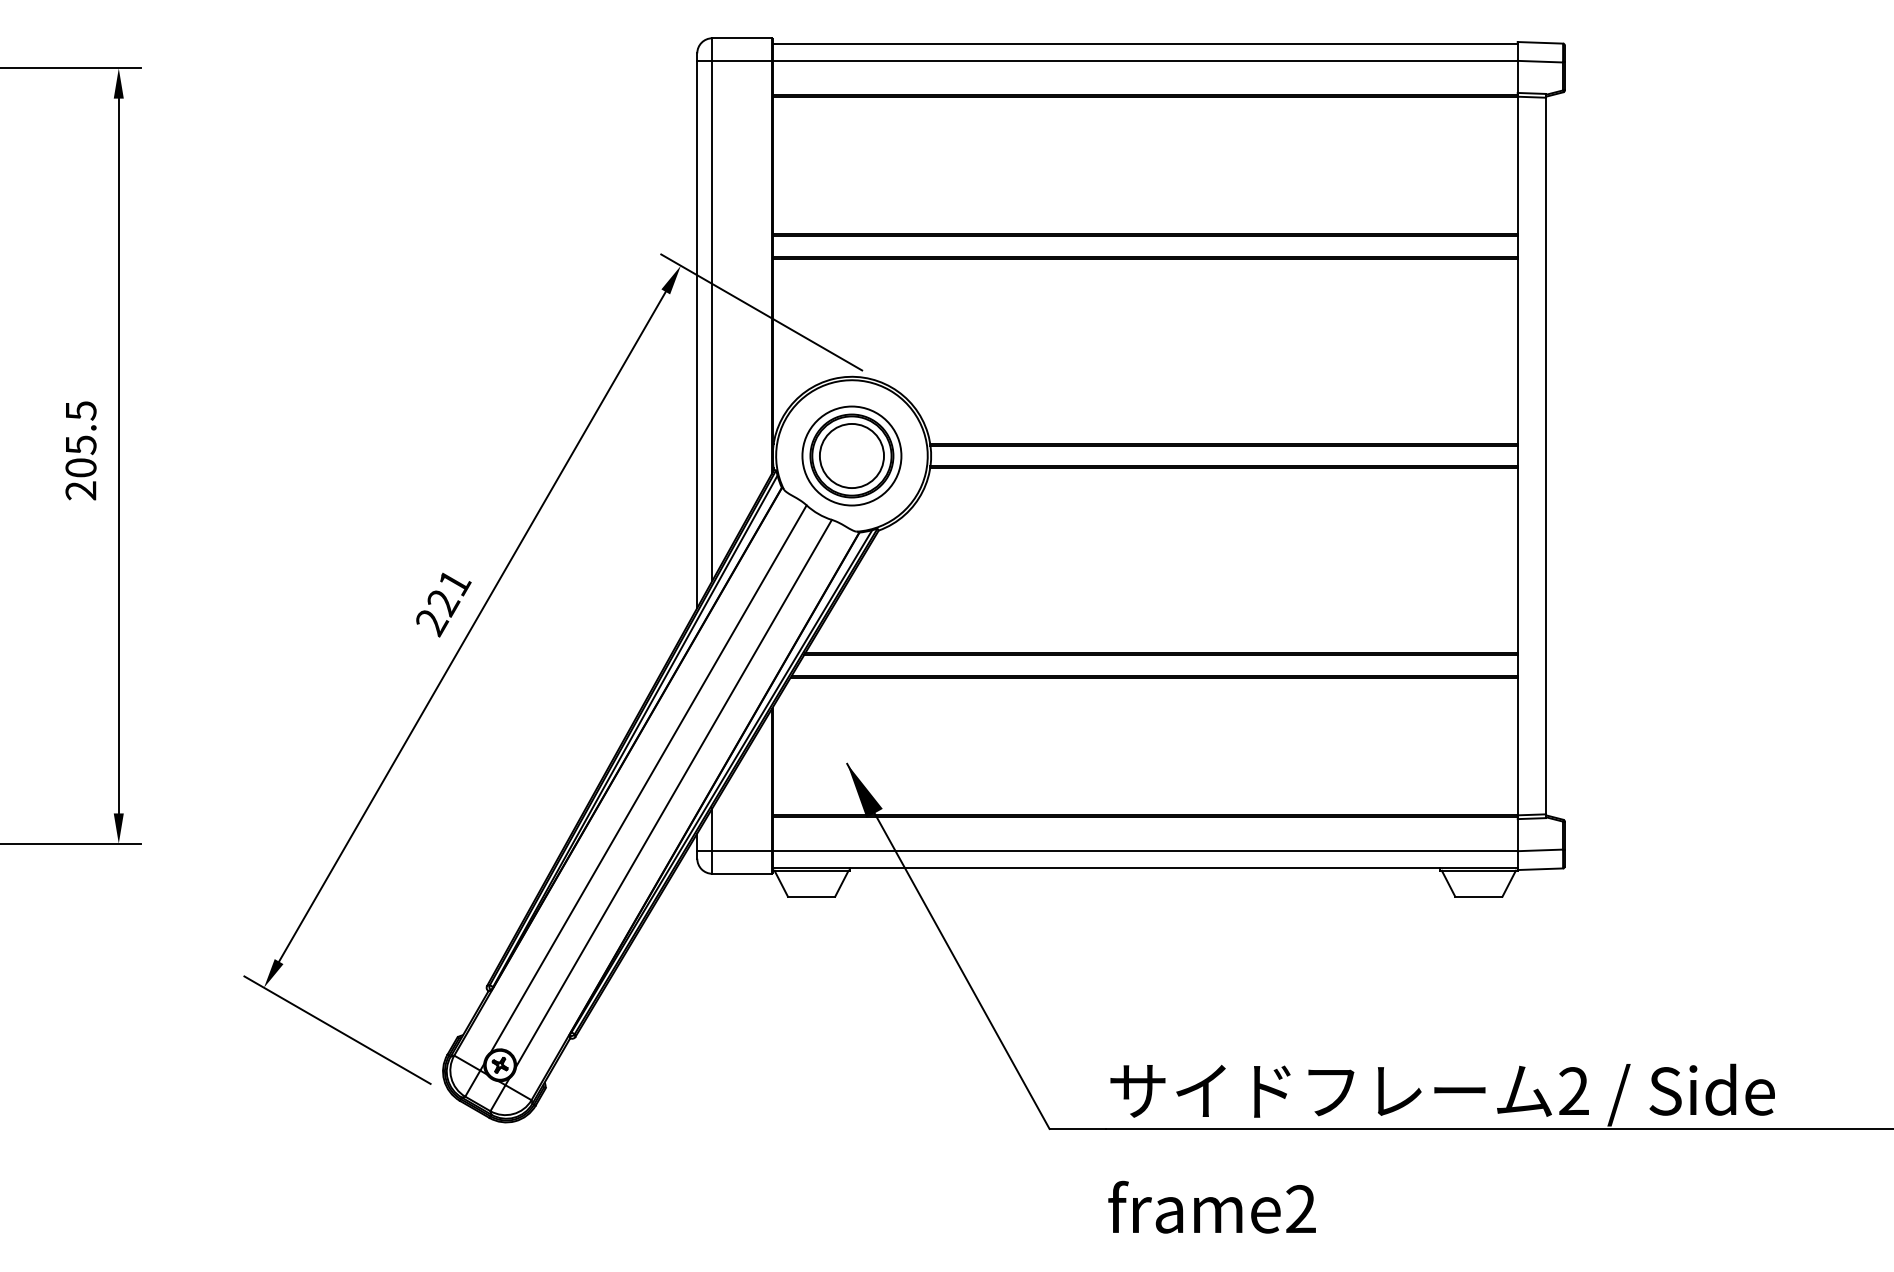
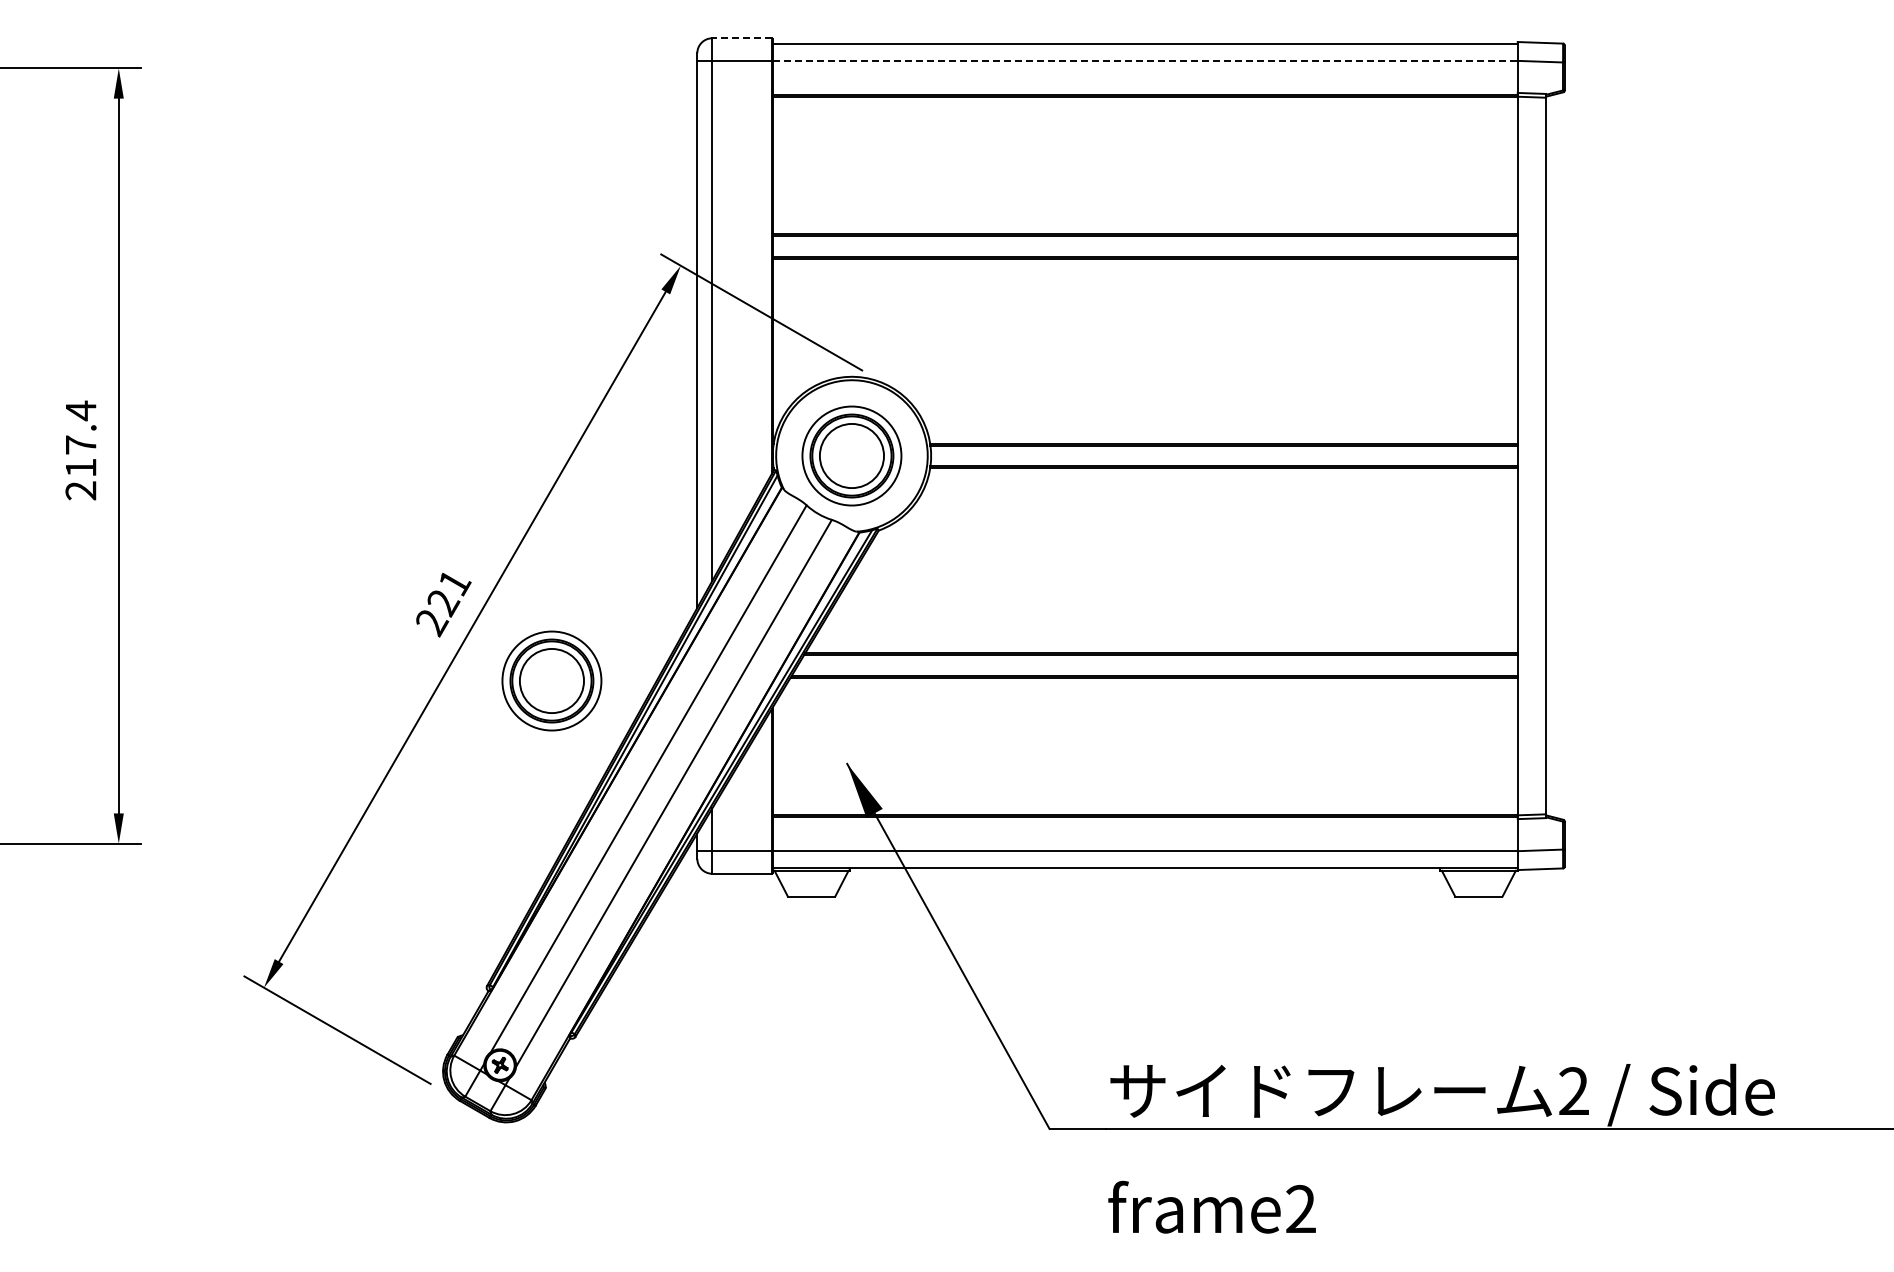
line at (742, 38): solid -> dashed
line at (1145, 60): solid -> dashed
text at (80, 438): 205.5 -> 217.4
part at (551, 680): none -> present
